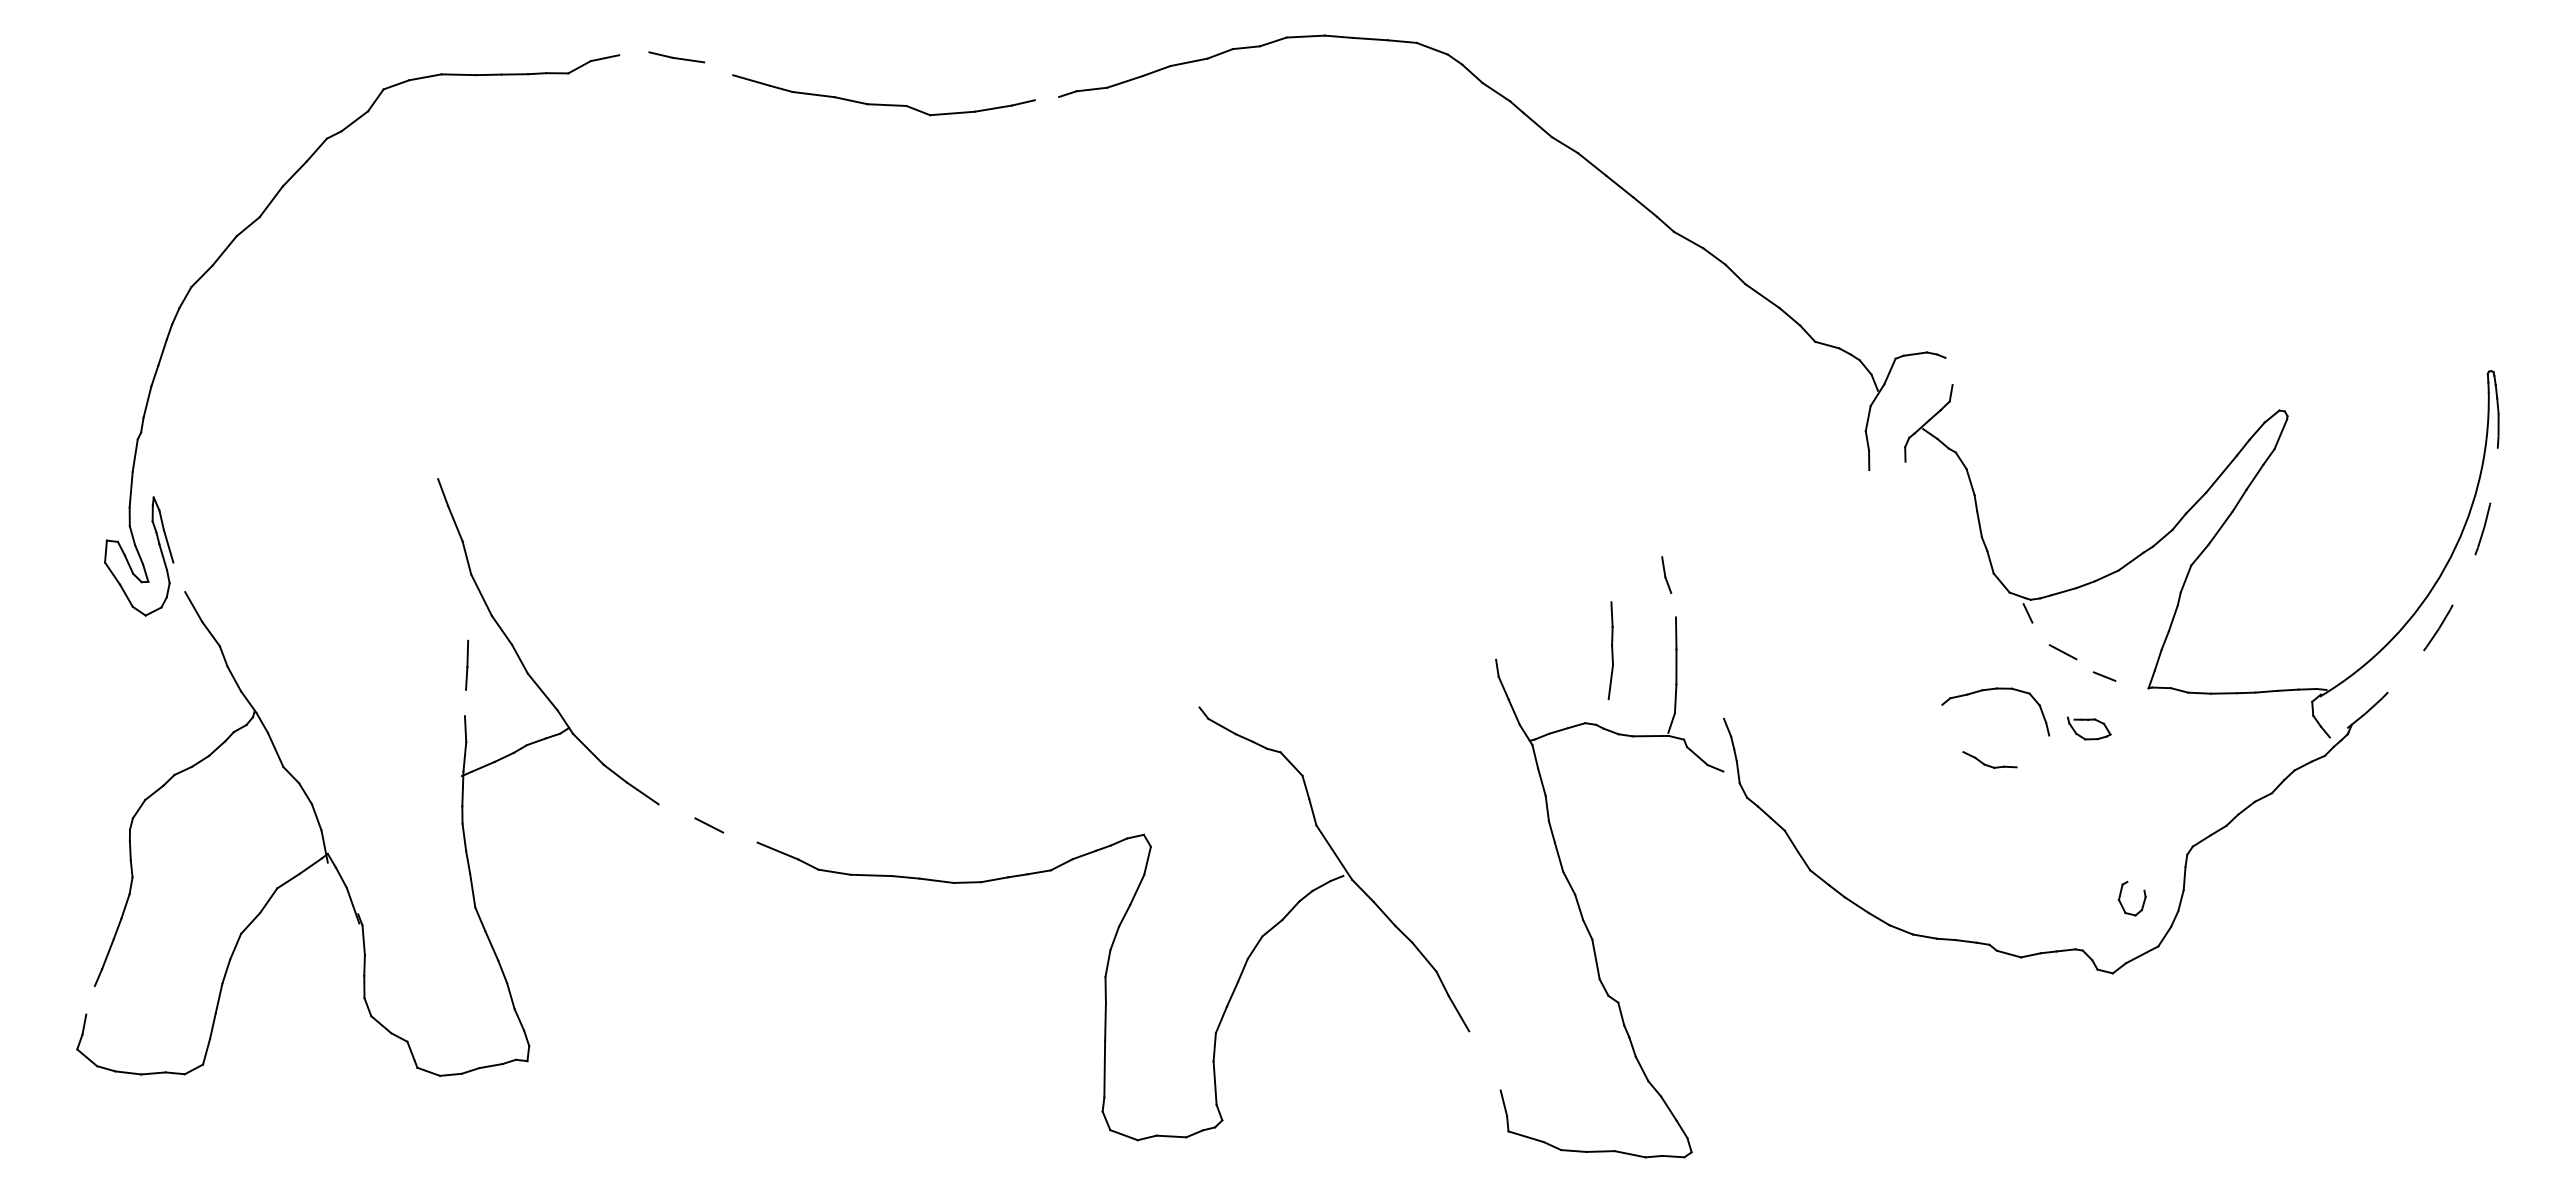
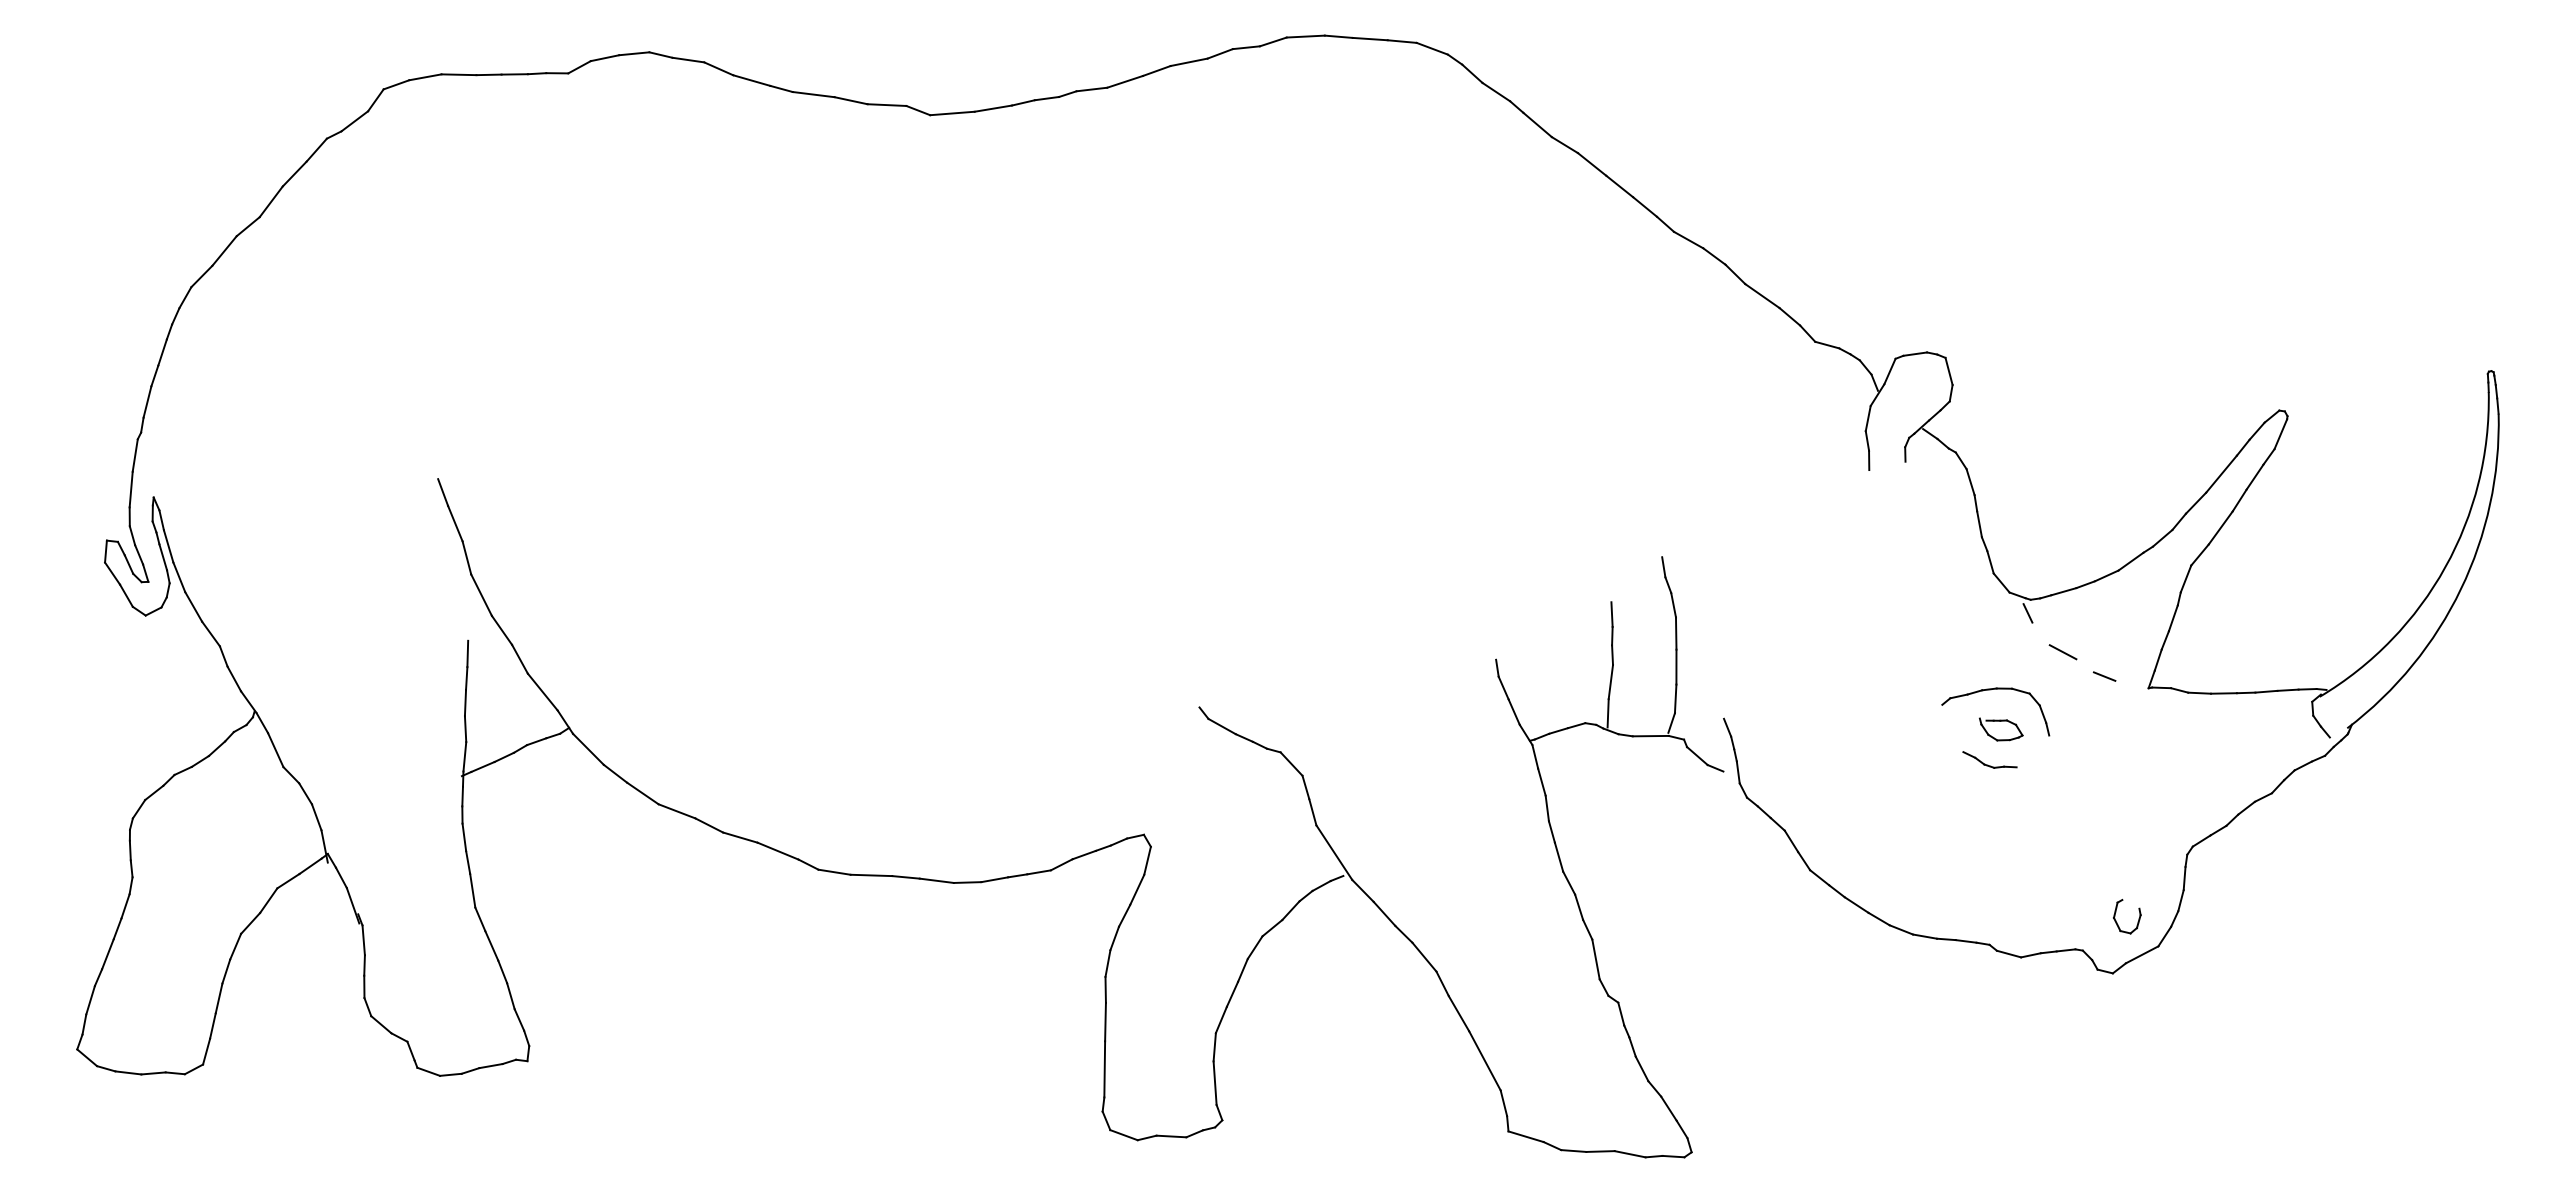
line at (634, 53): none -> present
line at (718, 68): none -> present
line at (1046, 98): none -> present
line at (1948, 371): none -> present
line at (179, 577): none -> present
arc at (2460, 589): dashed -> solid
line at (1673, 605): none -> present
line at (465, 702): none -> present
line at (1607, 713): none -> present
part at (2089, 720) position: (2089, 720) -> (2001, 721)
line at (676, 811): none -> present
line at (740, 837): none -> present
part at (2143, 900) position: (2143, 900) -> (2138, 918)
line at (90, 1000): none -> present
line at (1484, 1060): none -> present
